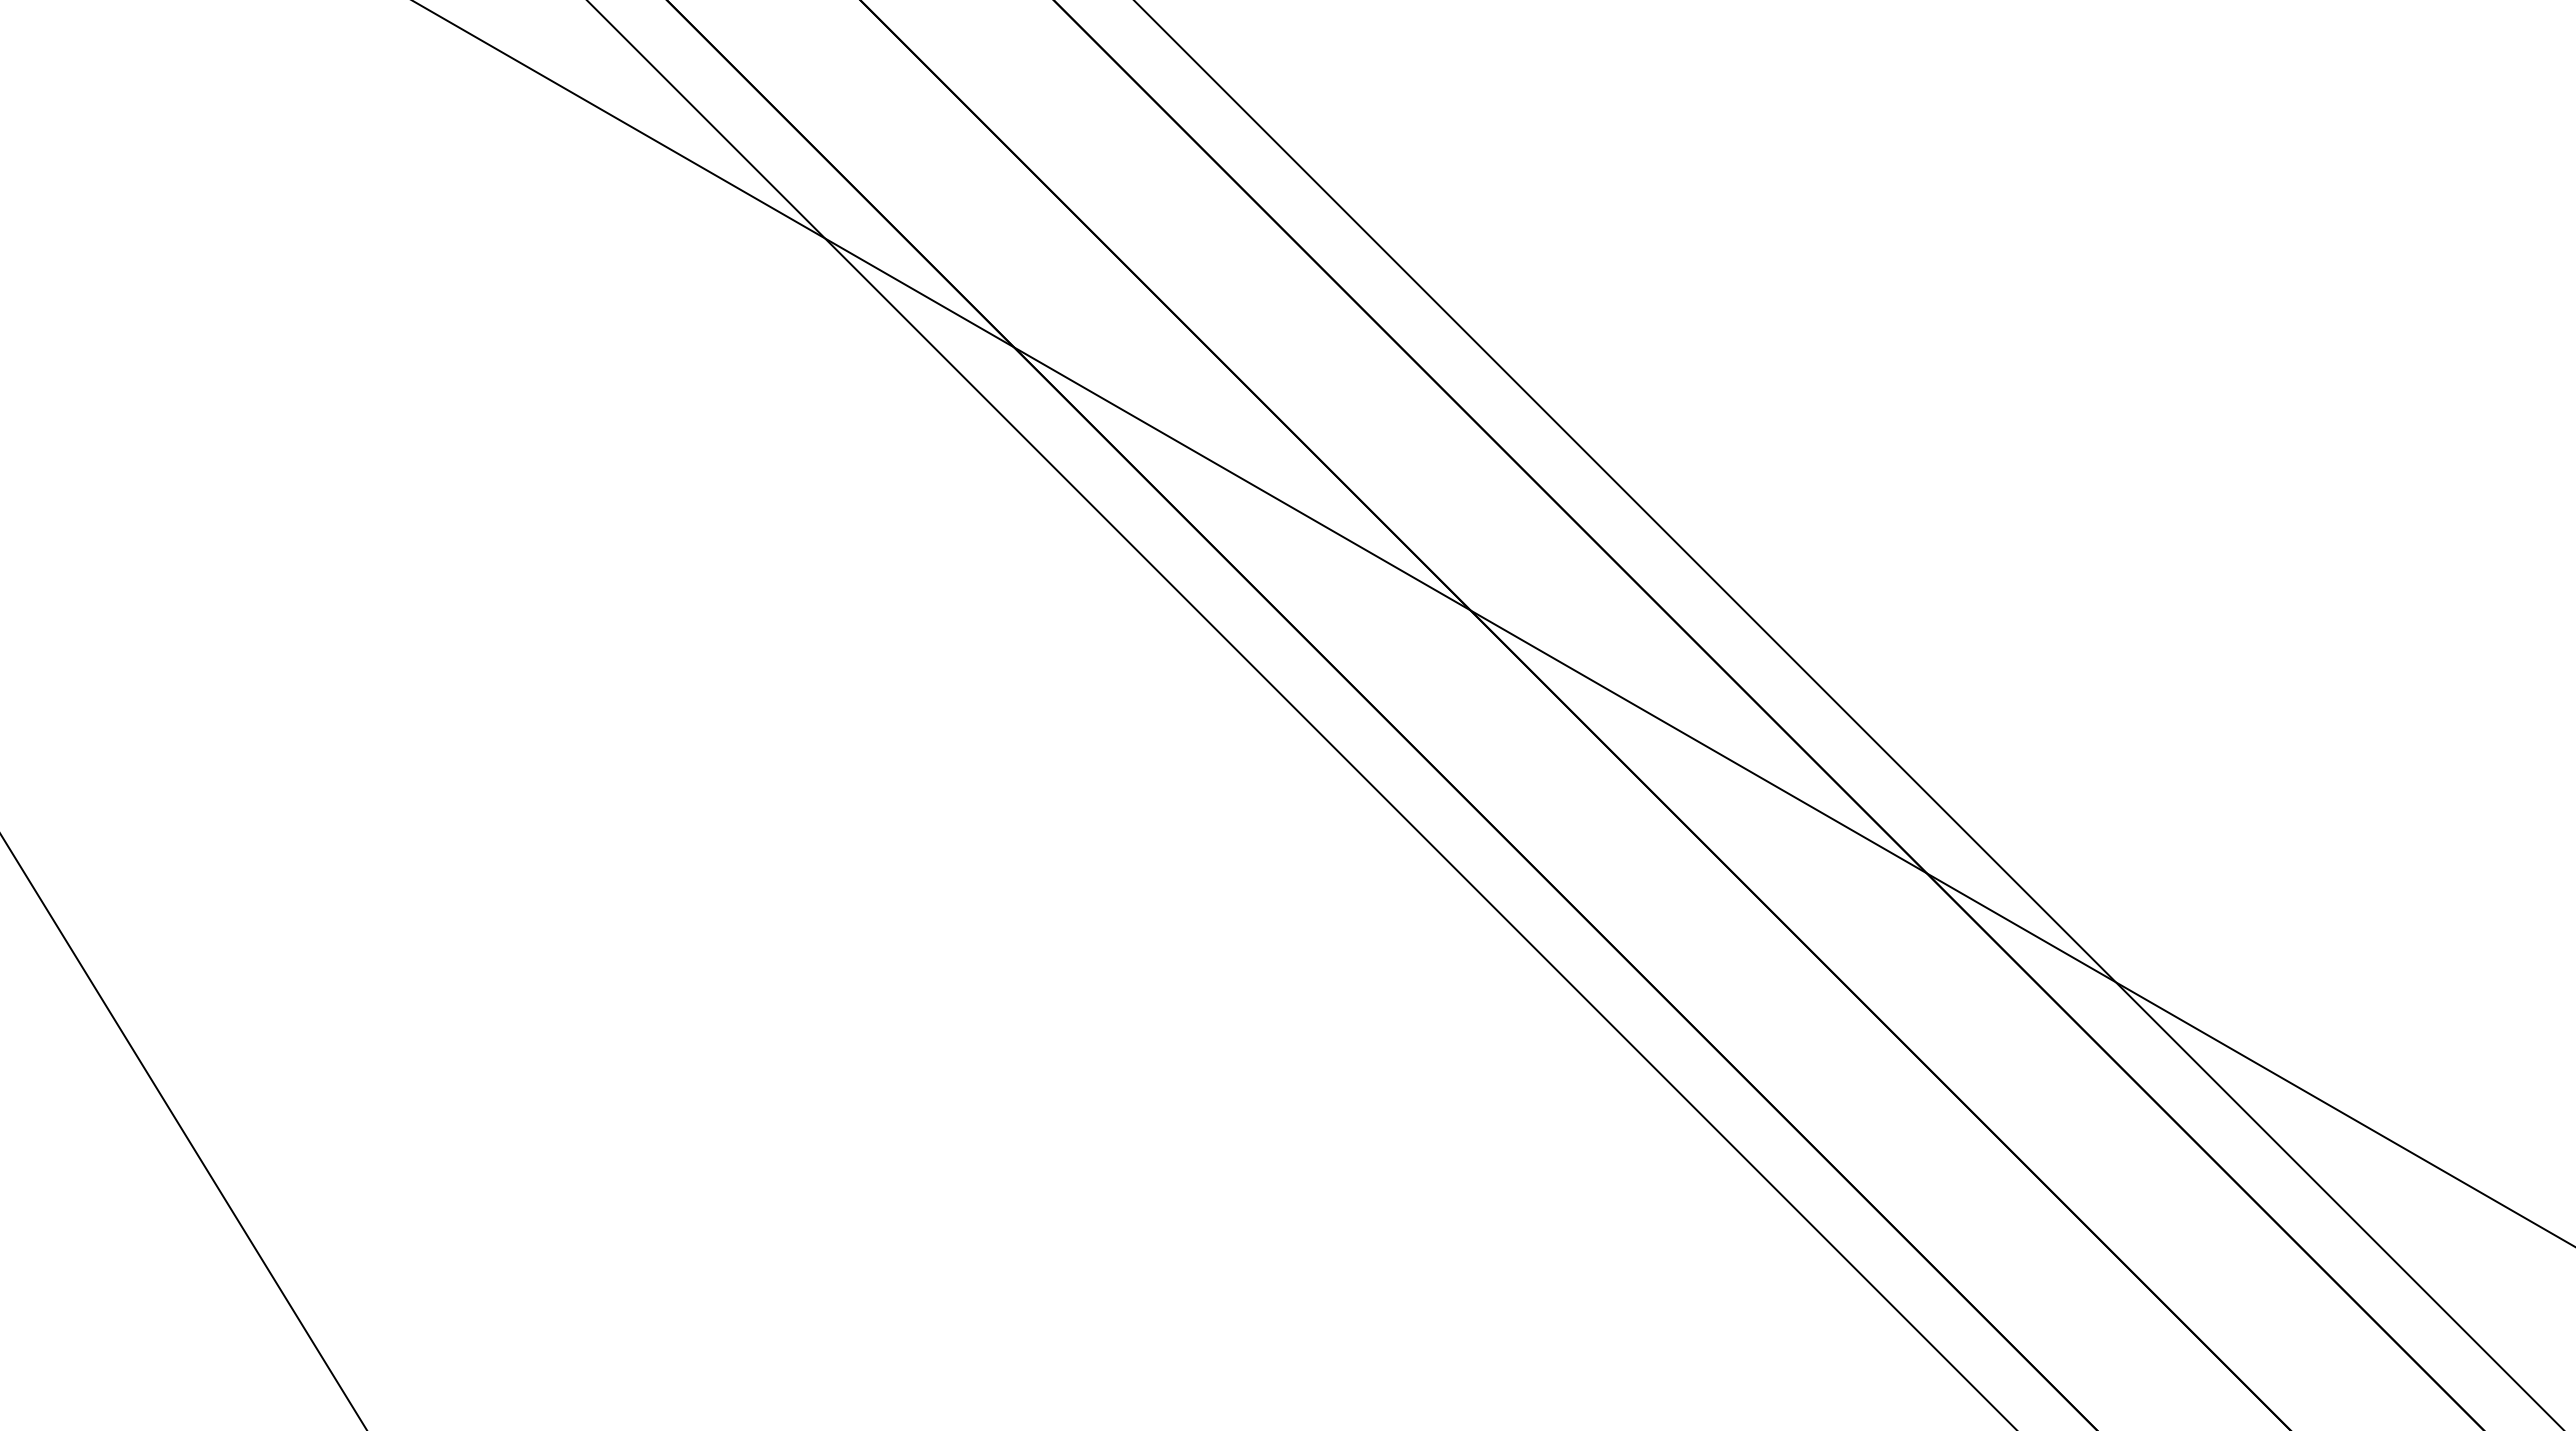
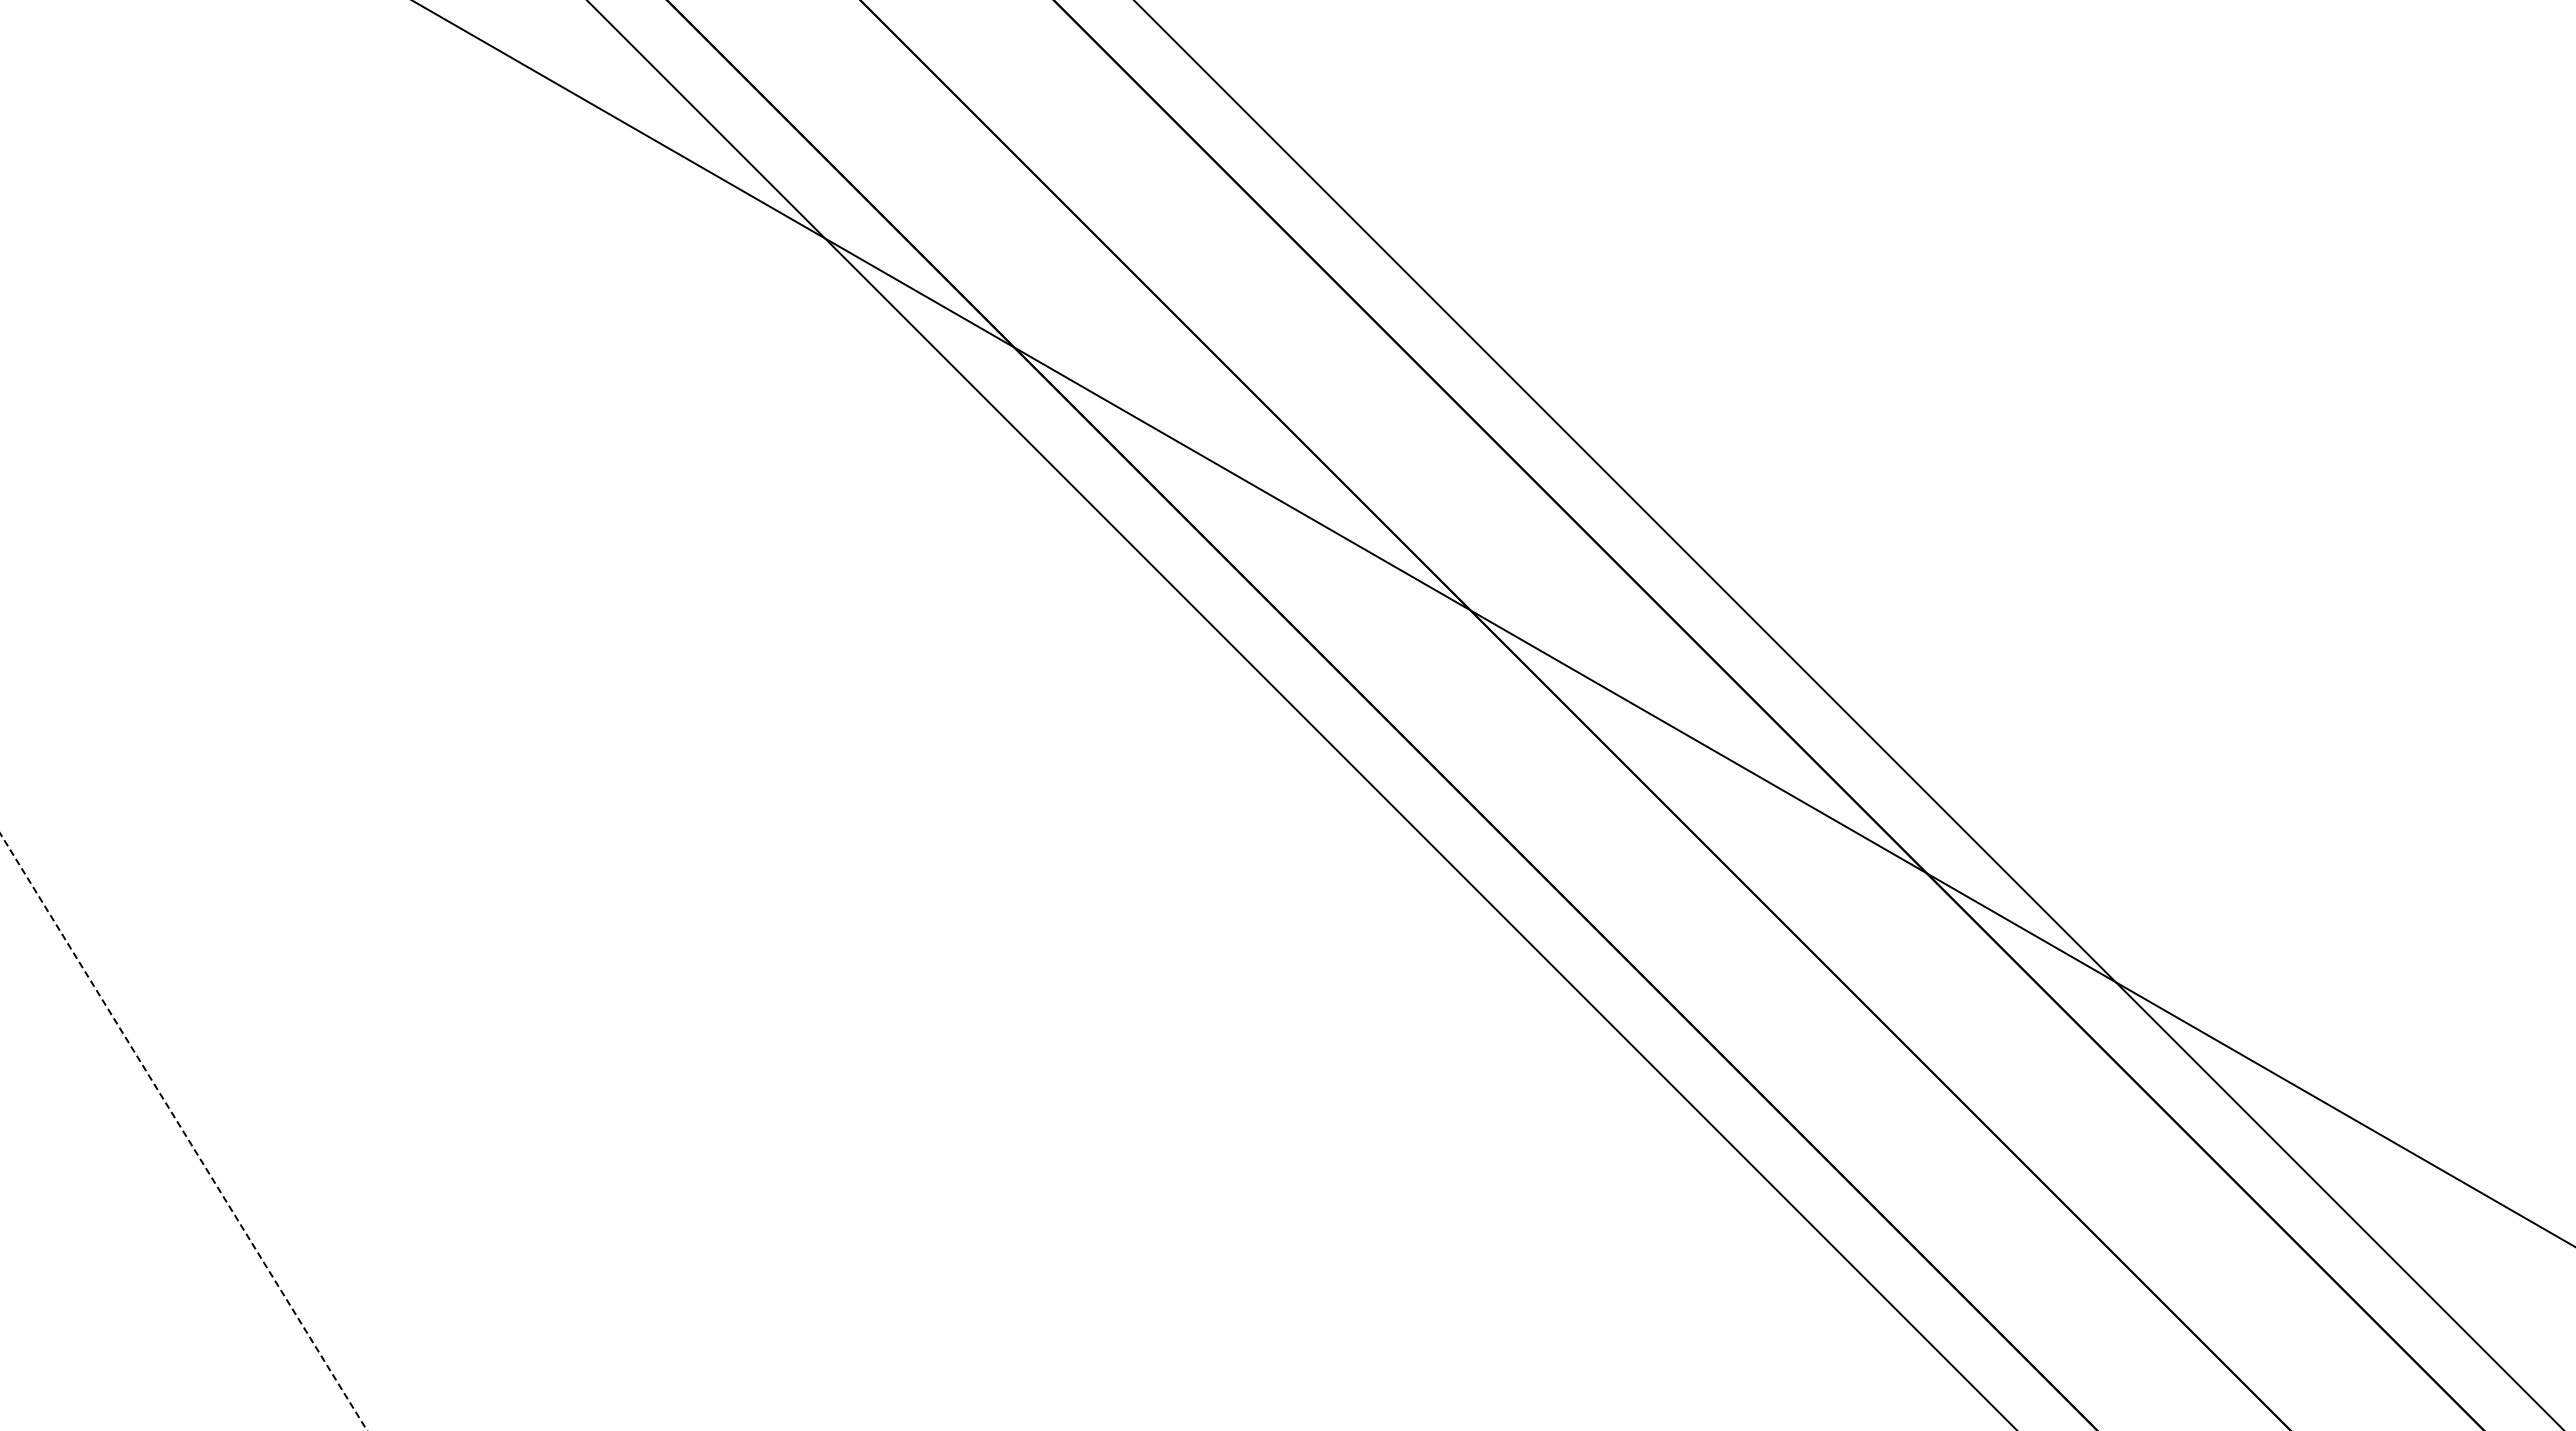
line at (183, 1131): solid -> dashed
